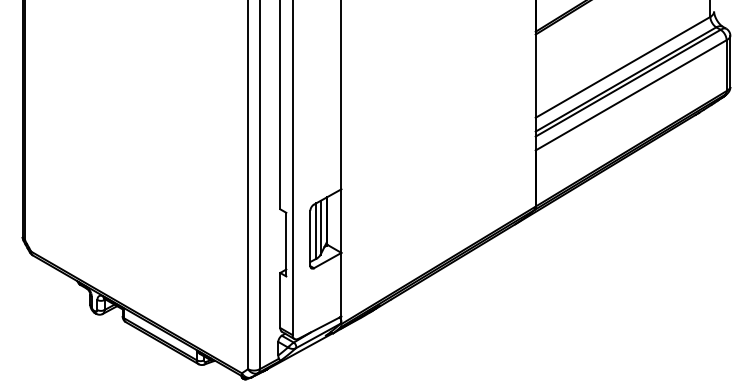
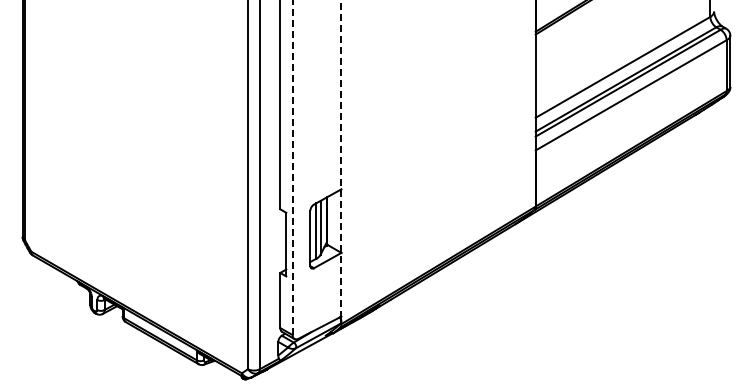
line at (341, 158): solid -> dashed
line at (292, 167): solid -> dashed
